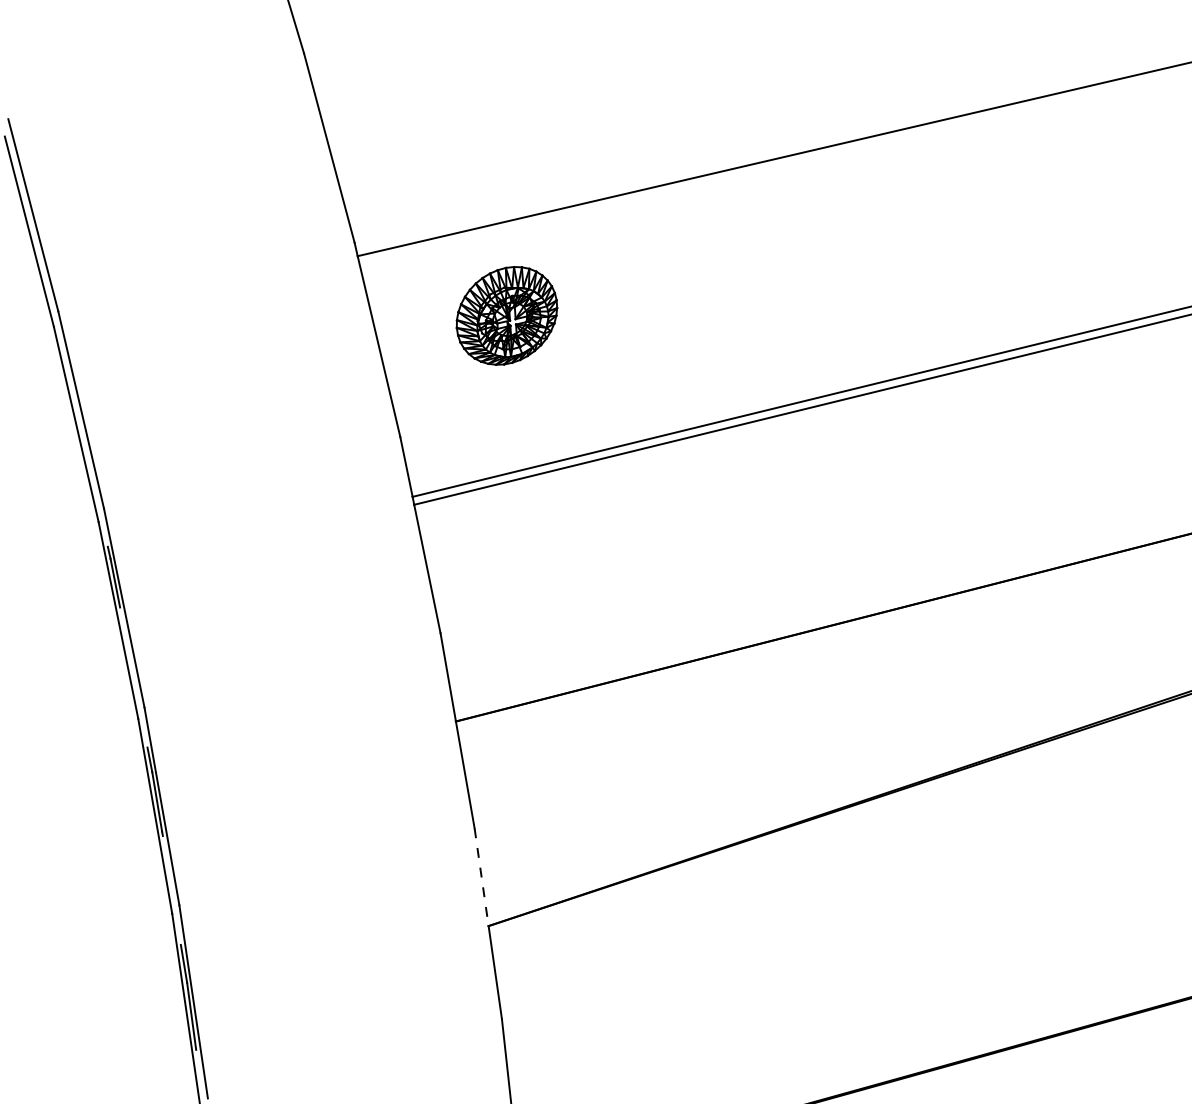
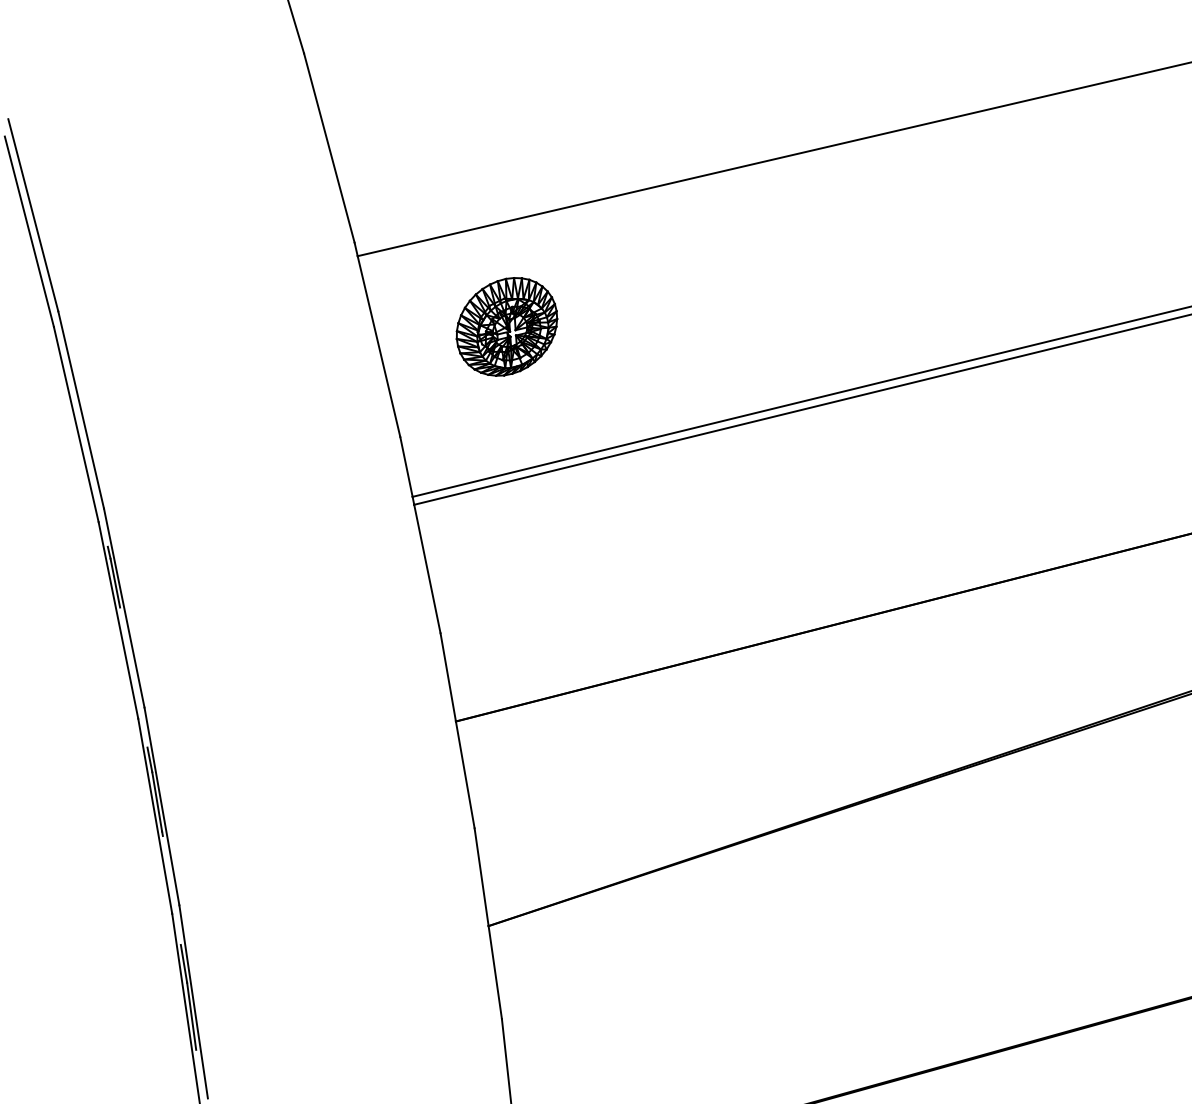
part at (506, 315) position: (506, 315) -> (506, 326)
line at (481, 877): dashed -> solid
